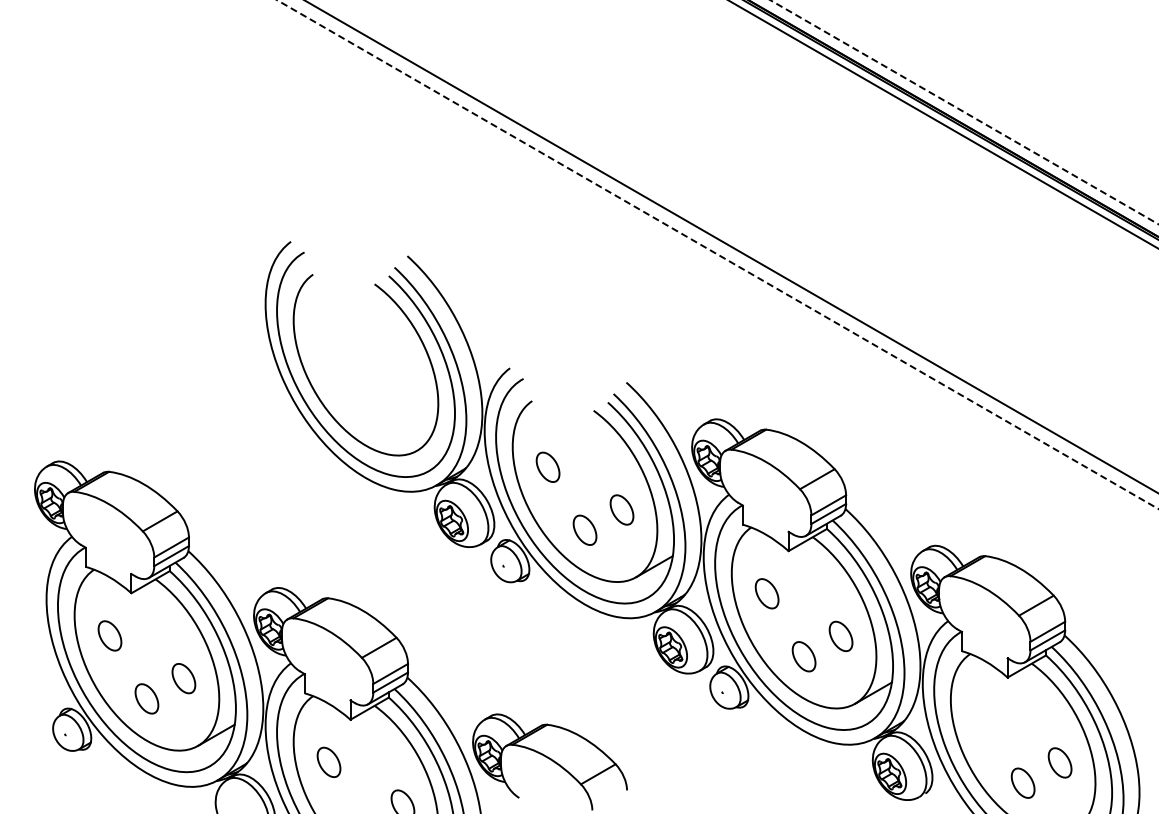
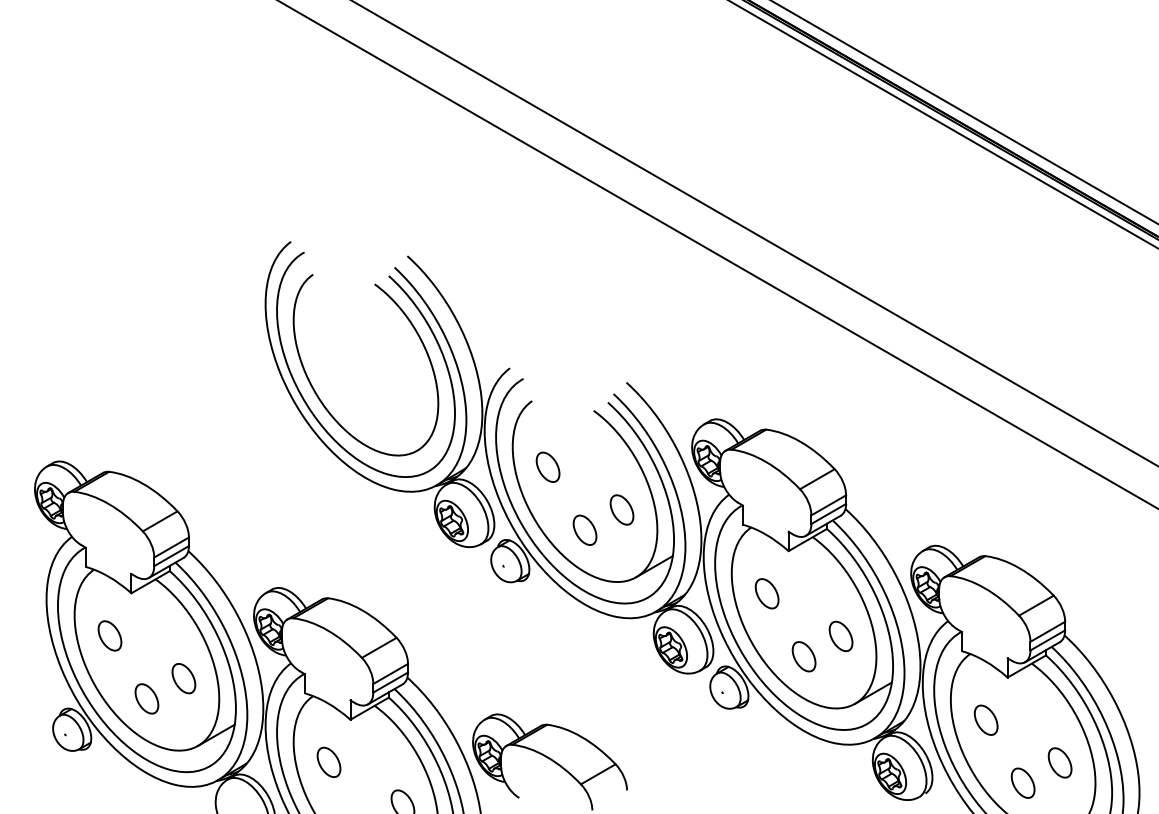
line at (964, 112): dashed -> solid
line at (731, 246) position: (731, 246) -> (754, 233)
line at (717, 254): dashed -> solid
part at (985, 719): none -> present
